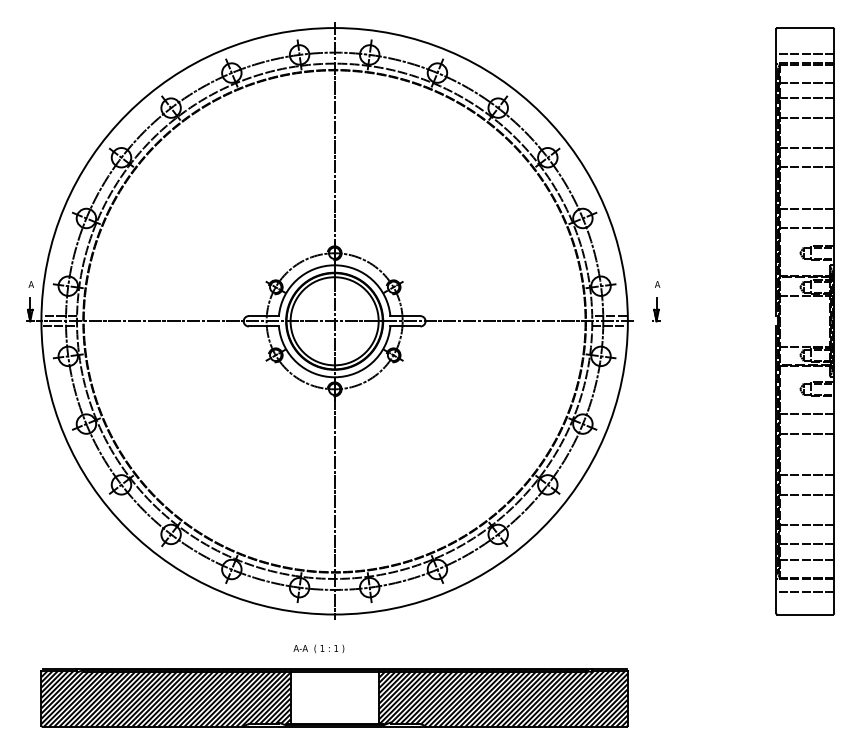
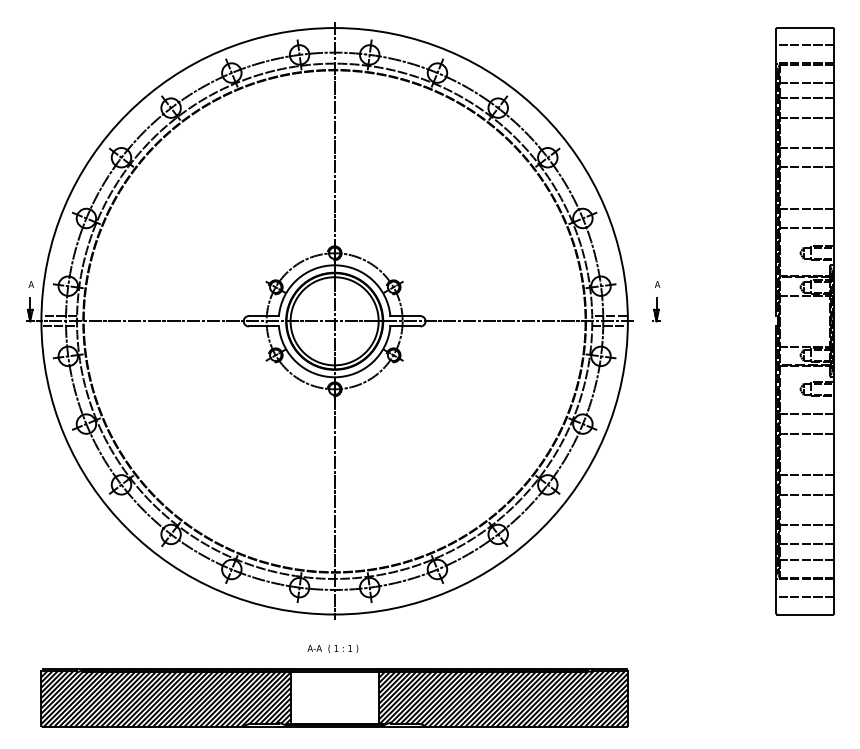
line at (805, 54) position: (805, 54) -> (805, 45)
line at (805, 592) position: (805, 592) -> (805, 597)
text at (318, 648) position: (318, 648) -> (332, 648)
